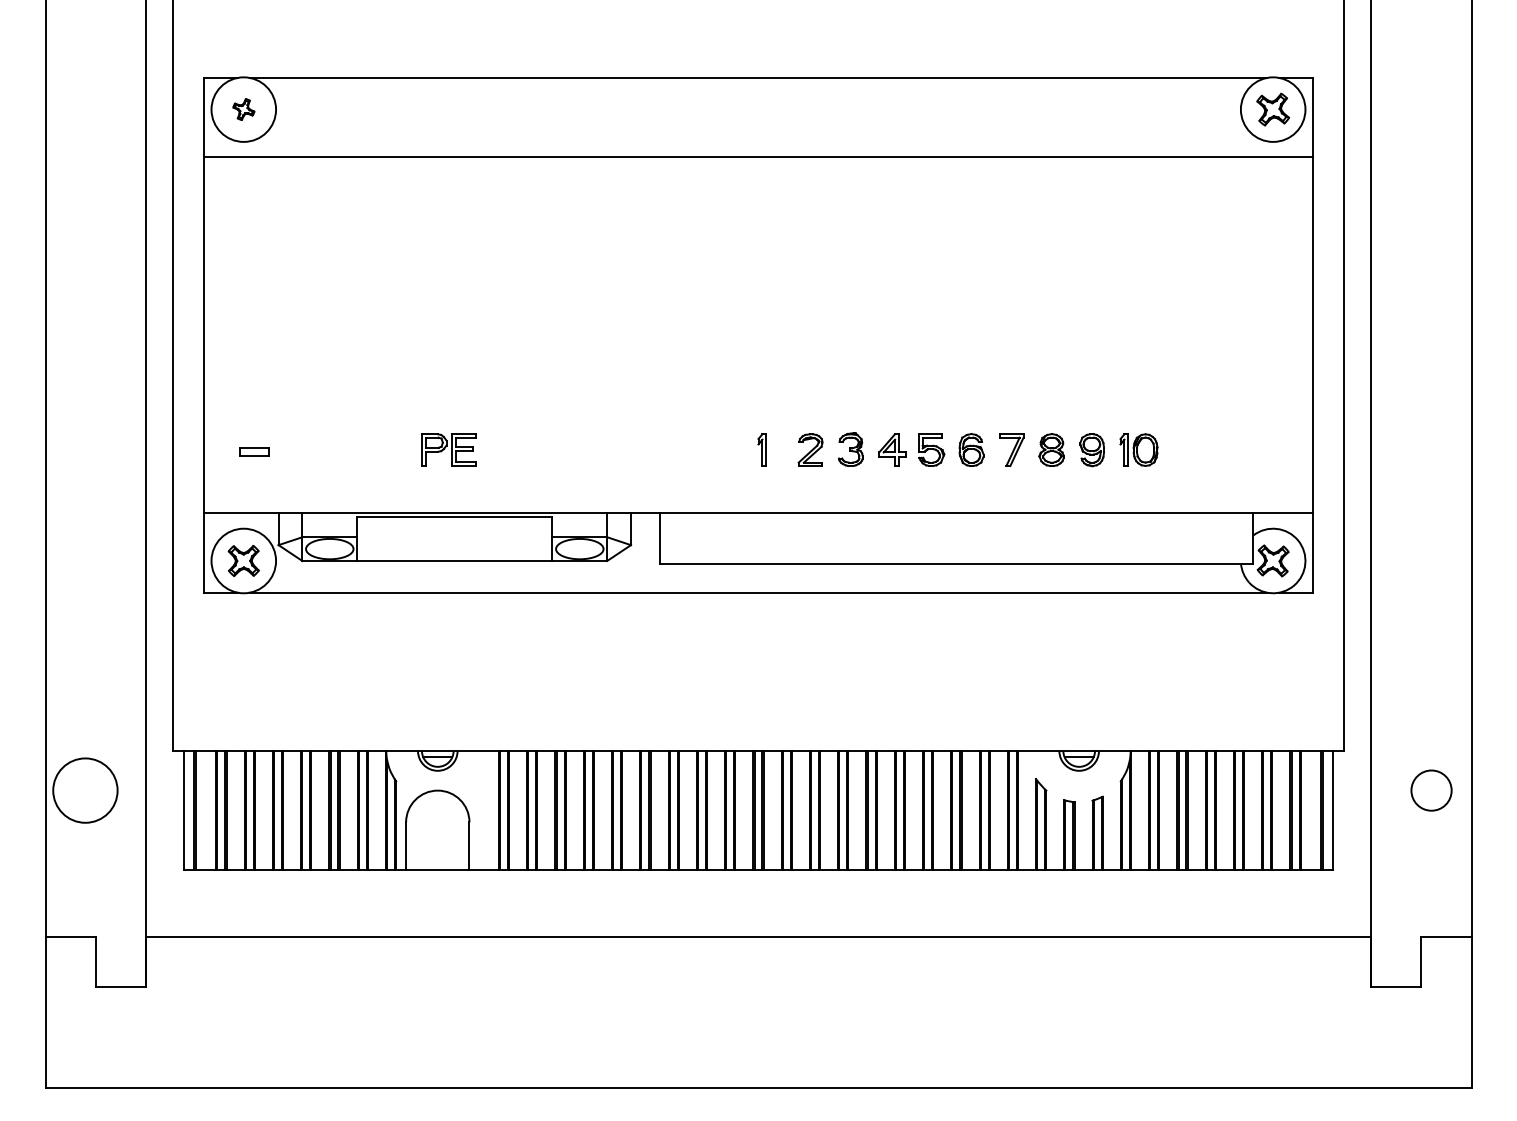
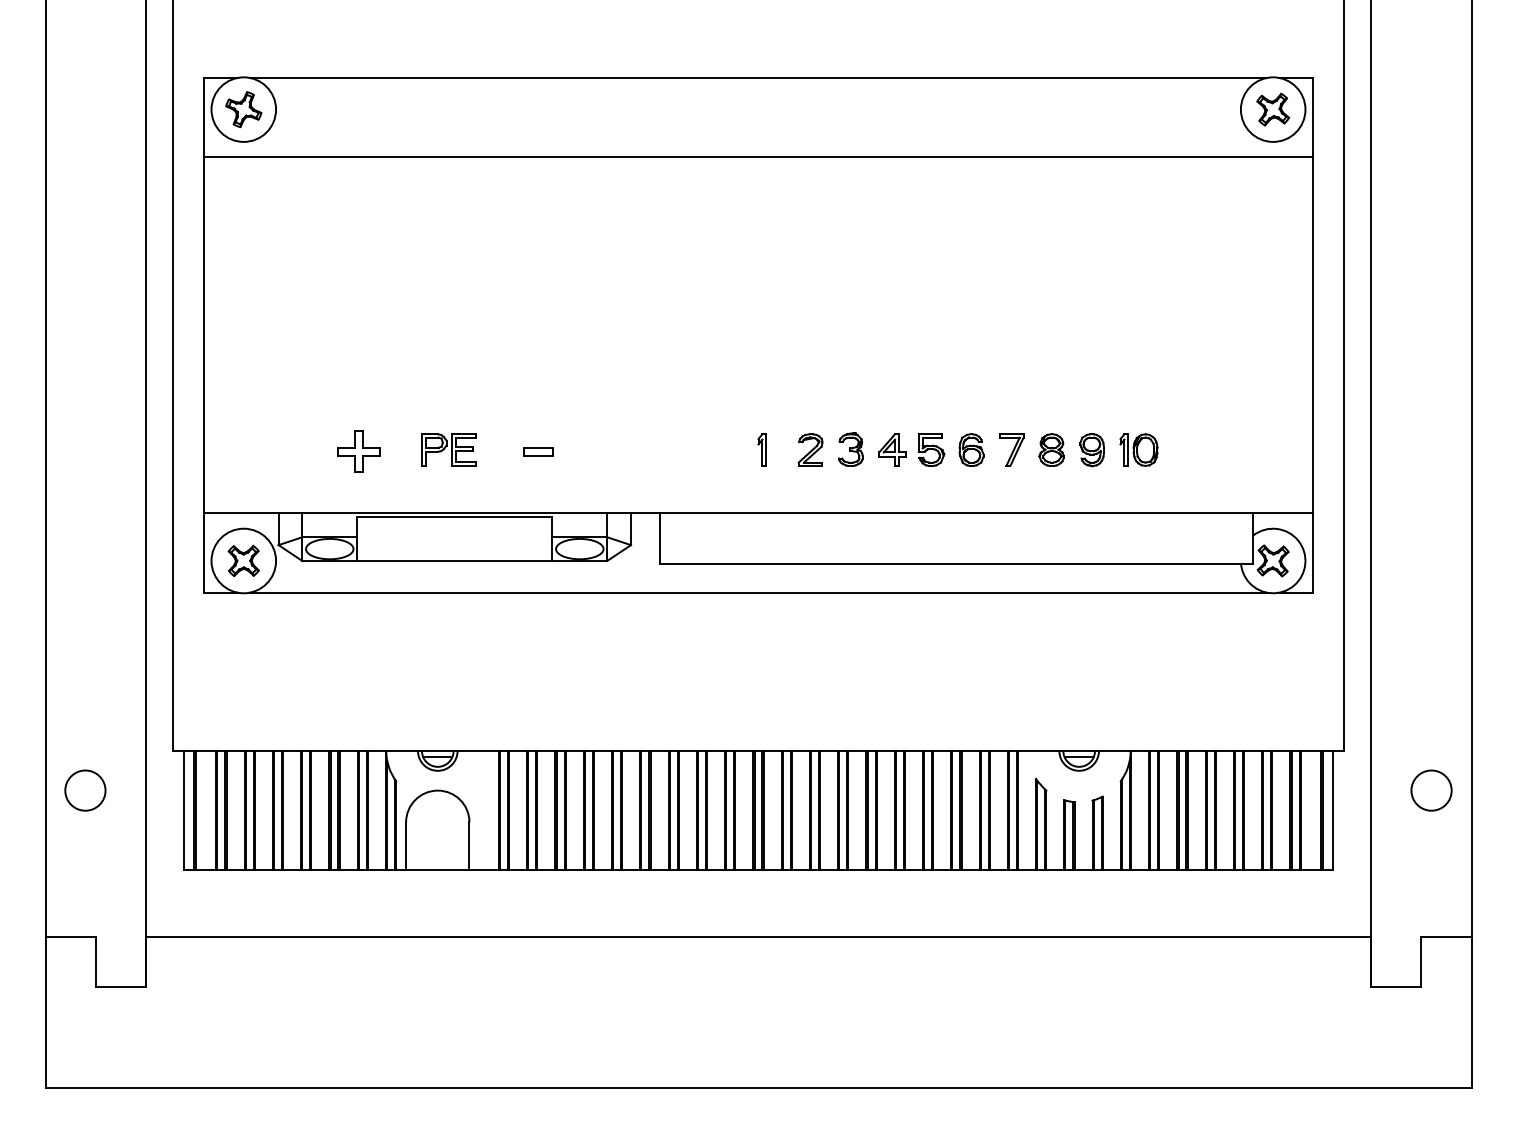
part at (243, 109) size: 24x23 px -> 38x37 px
part at (254, 451) position: (254, 451) -> (538, 451)
part at (358, 451): none -> present
circle at (85, 790) diameter: 64 px -> 40 px
